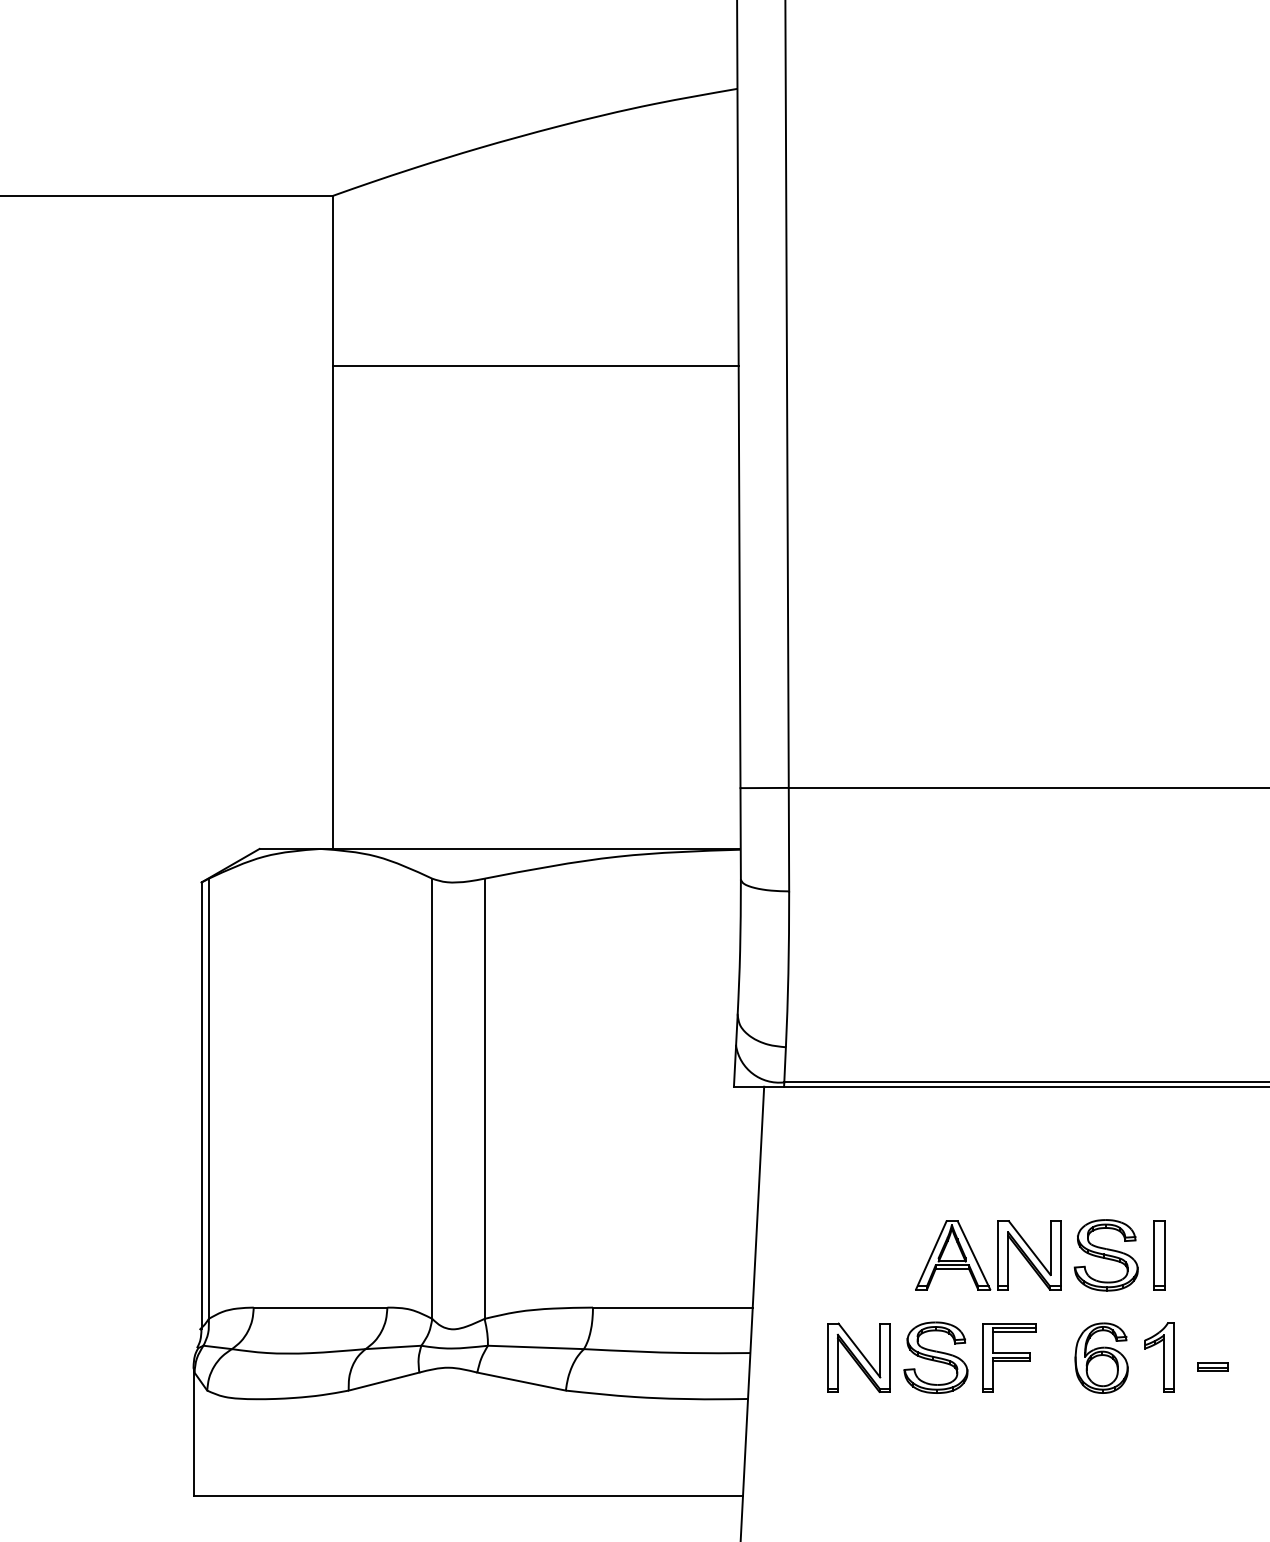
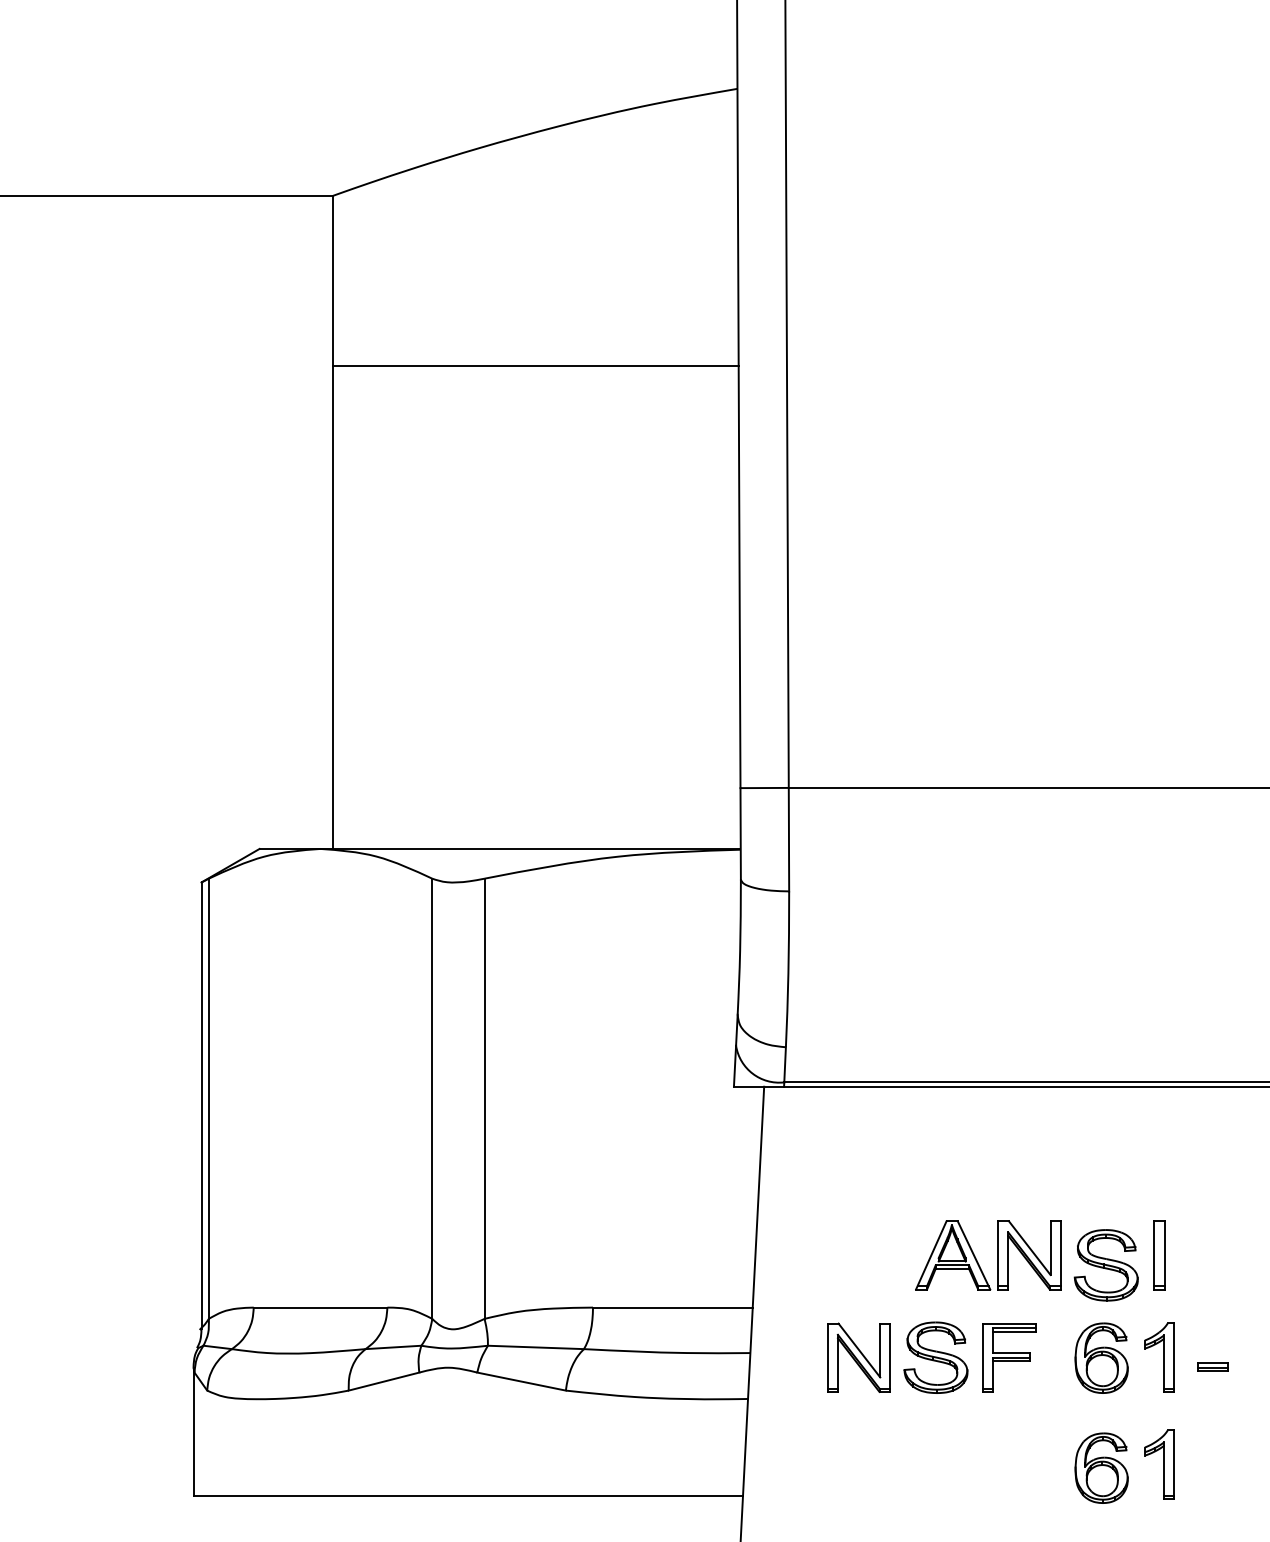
part at (1105, 1255) position: (1105, 1255) -> (1105, 1265)
part at (1159, 1464): none -> present
part at (1101, 1467): none -> present
